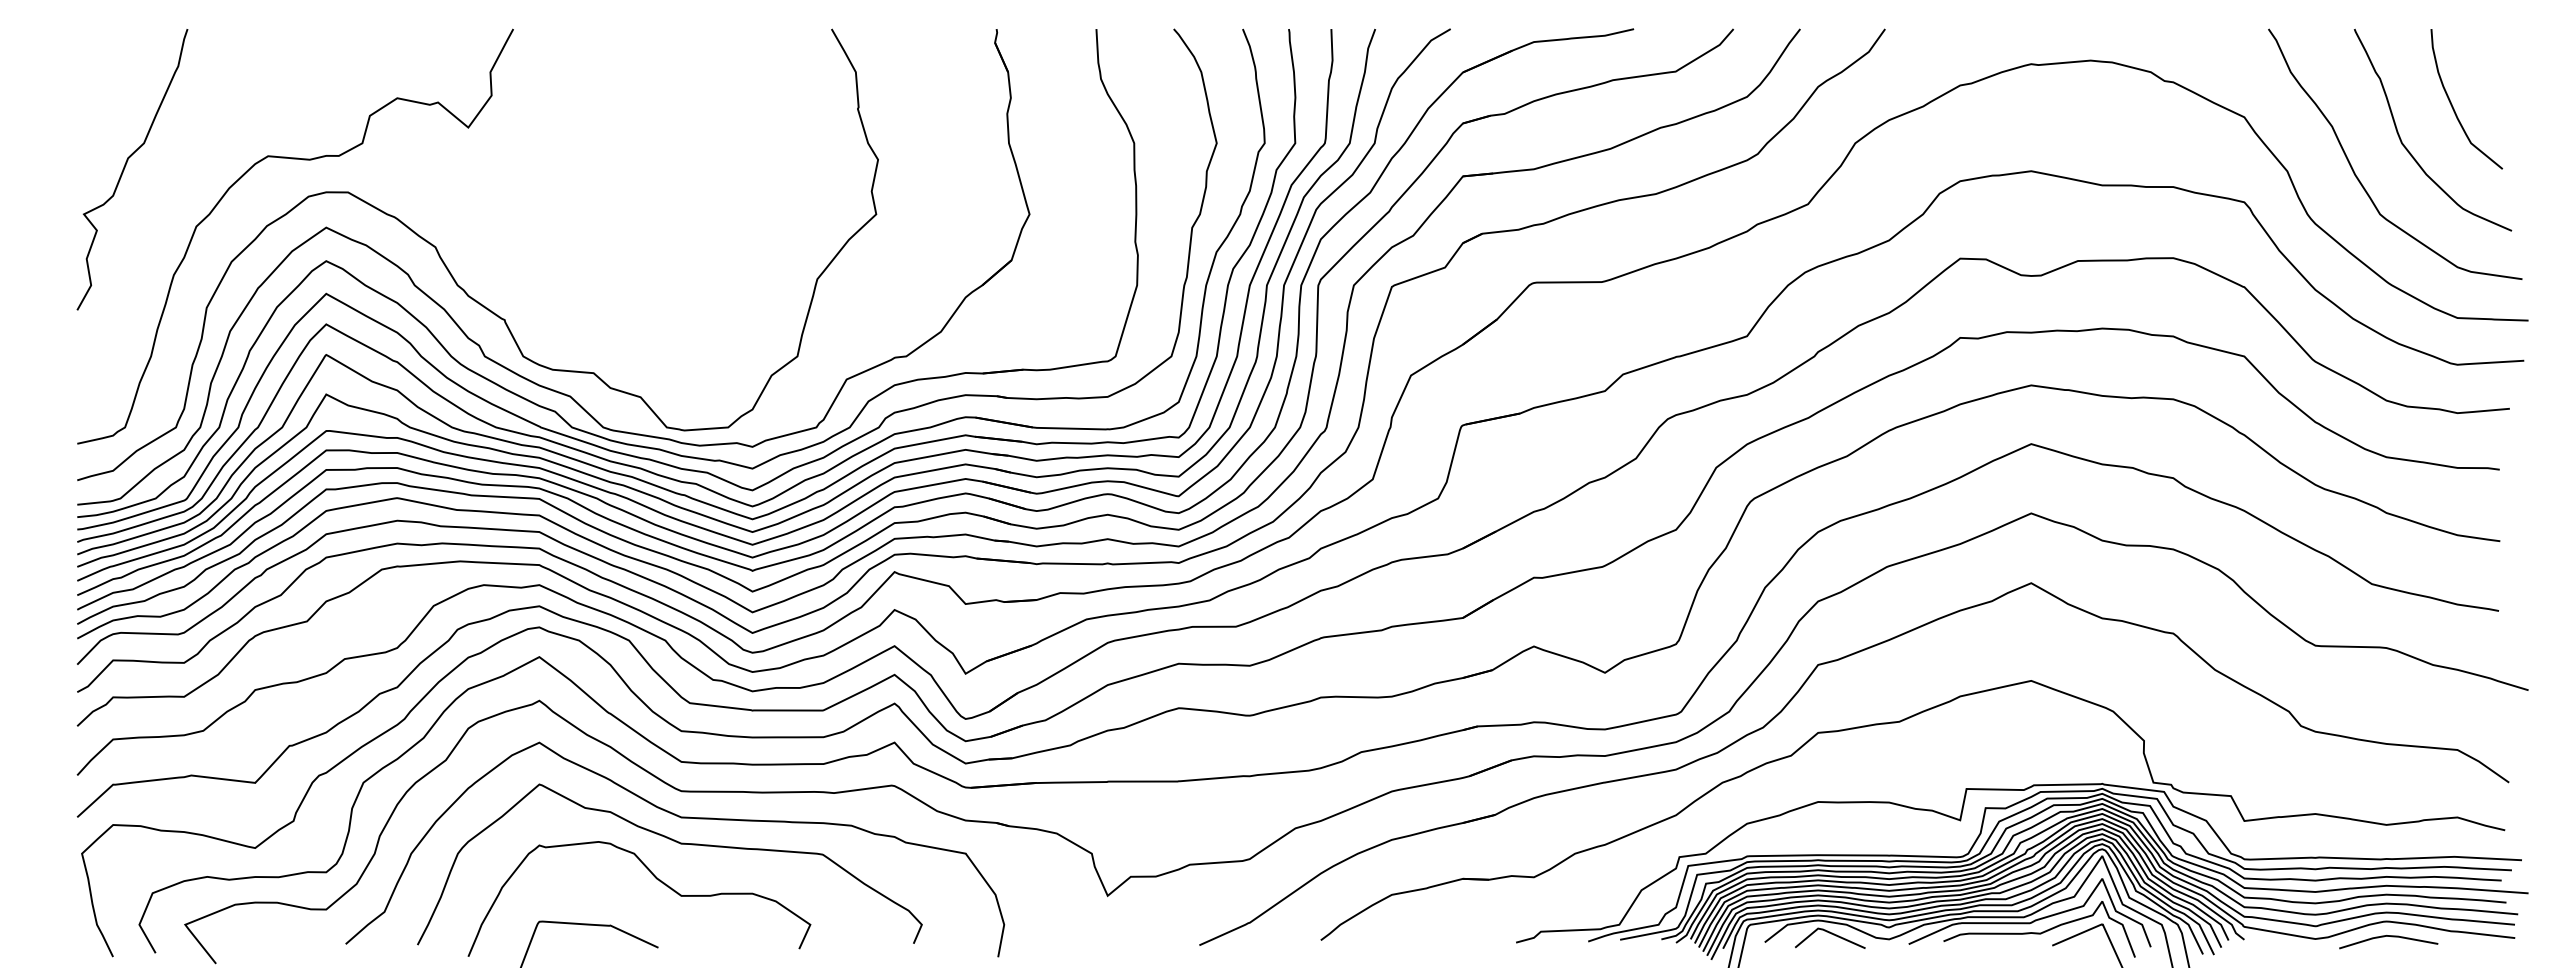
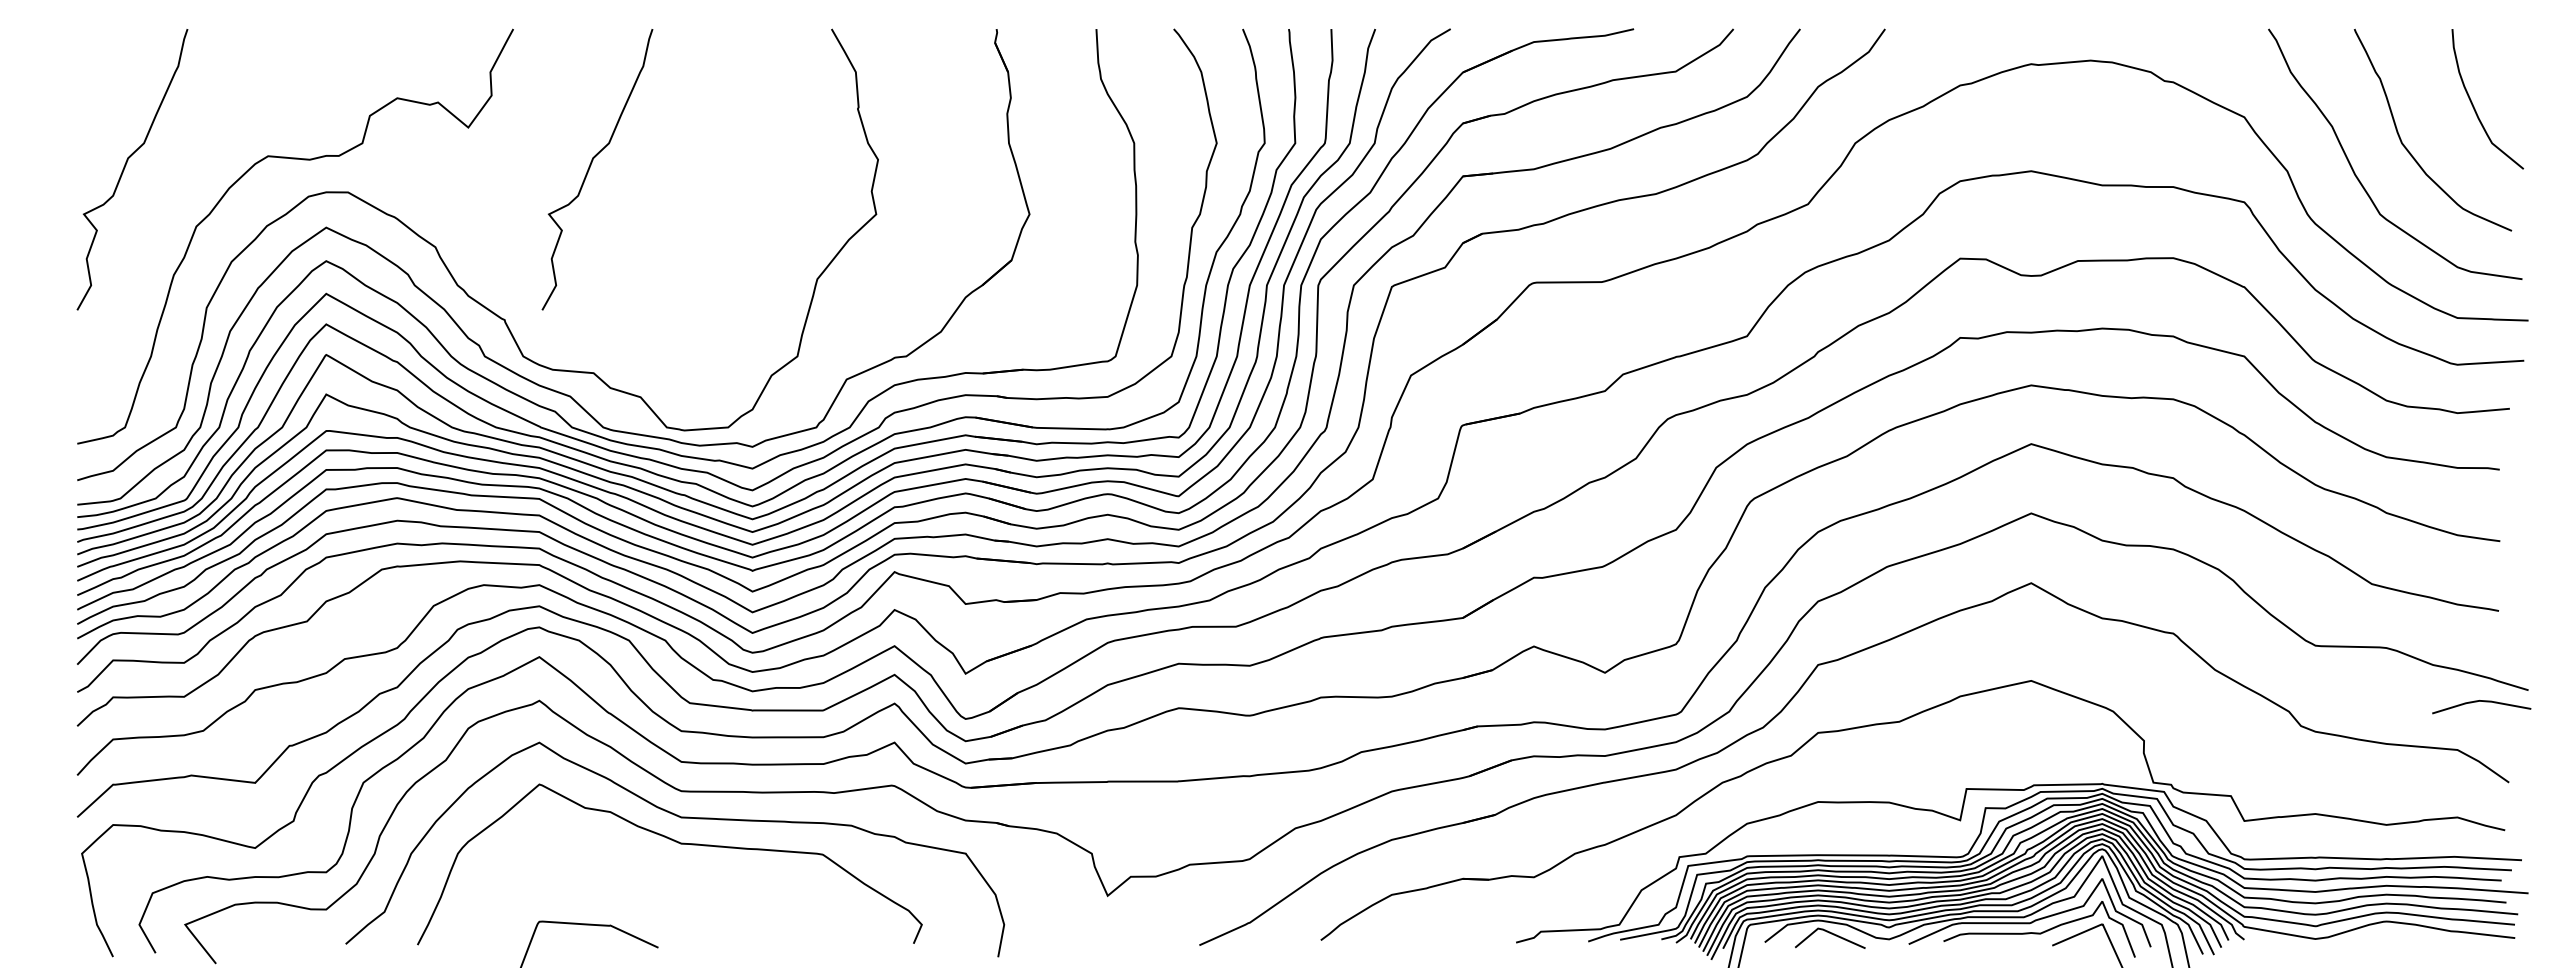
curve at (2453, 106) position: (2453, 106) -> (2474, 106)
curve at (591, 165): none -> present
curve at (656, 879): present -> none
line at (2391, 937) position: (2391, 937) -> (2484, 702)
